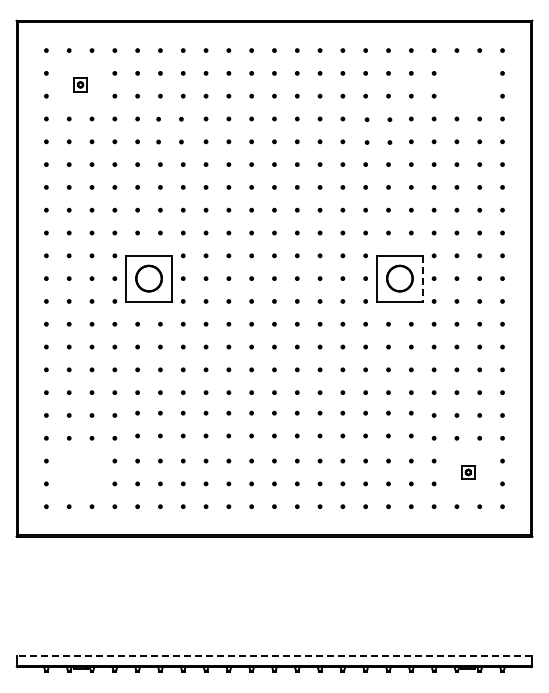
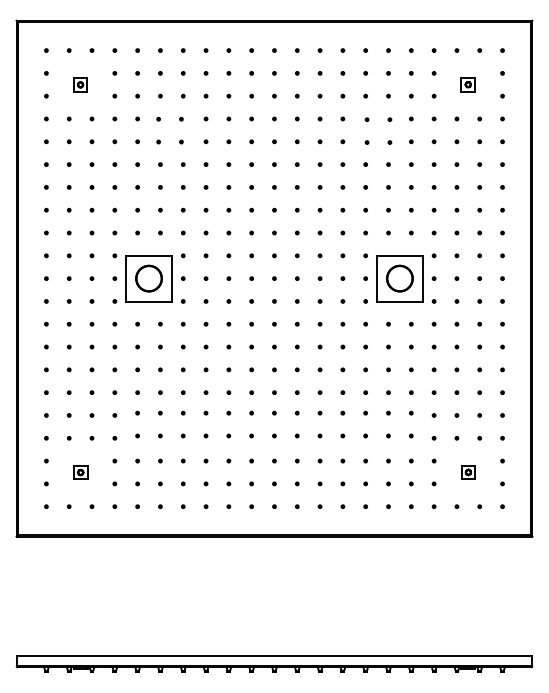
part at (467, 84): none -> present
line at (422, 278): dashed -> solid
part at (80, 472): none -> present
line at (274, 655): dashed -> solid
